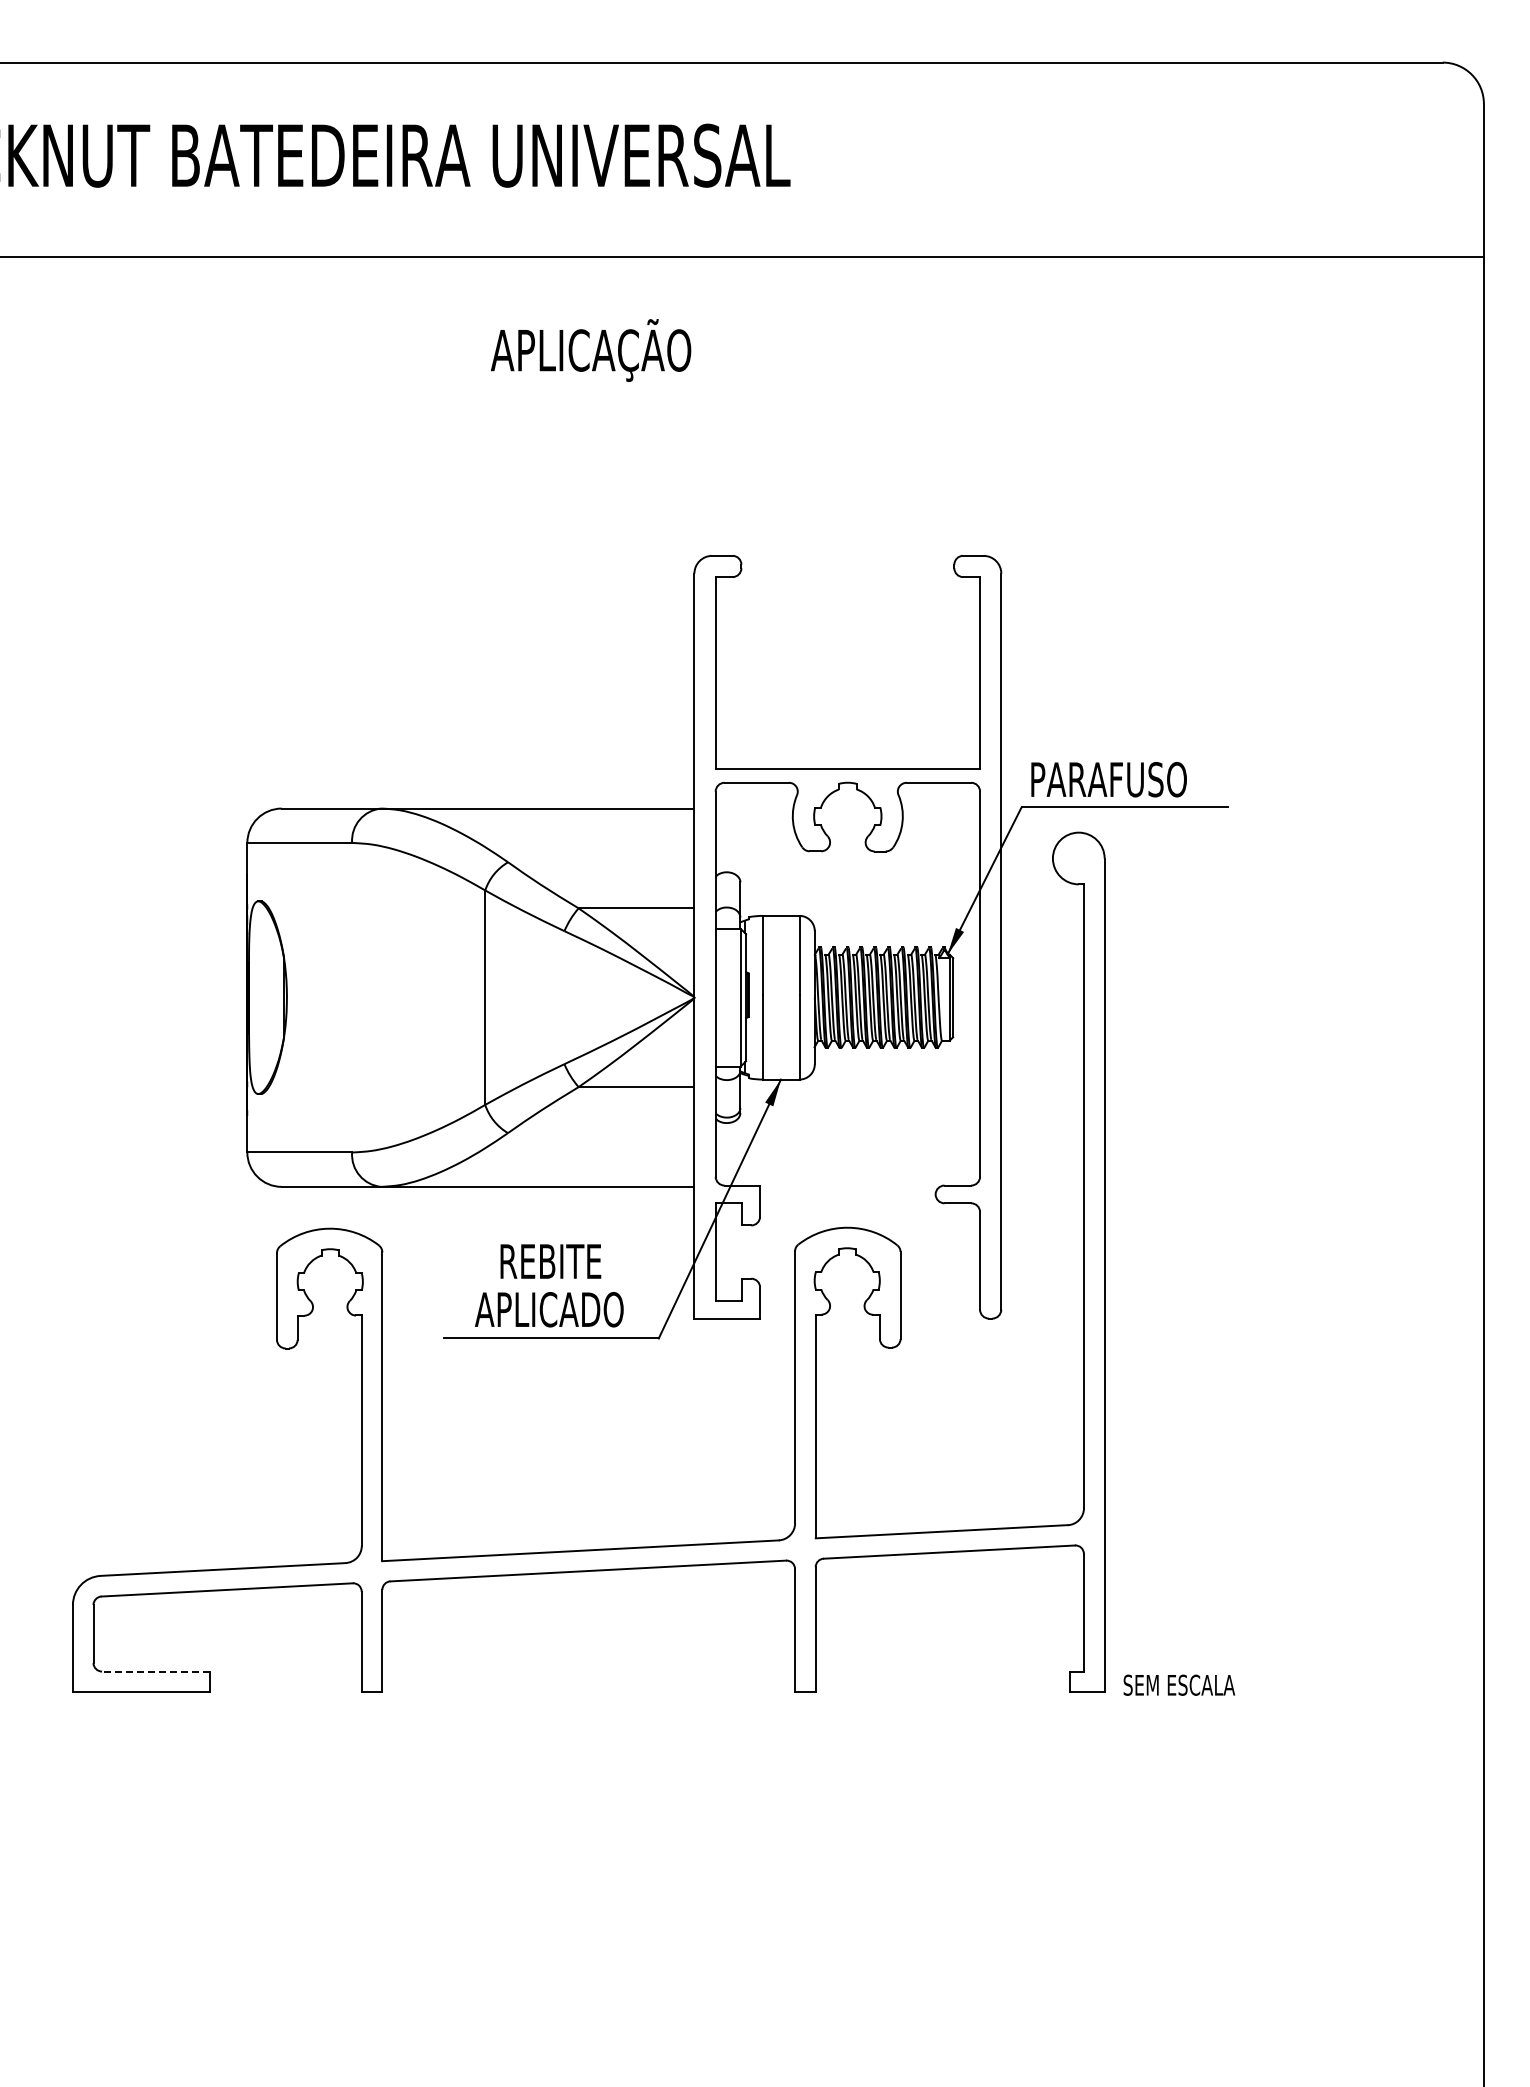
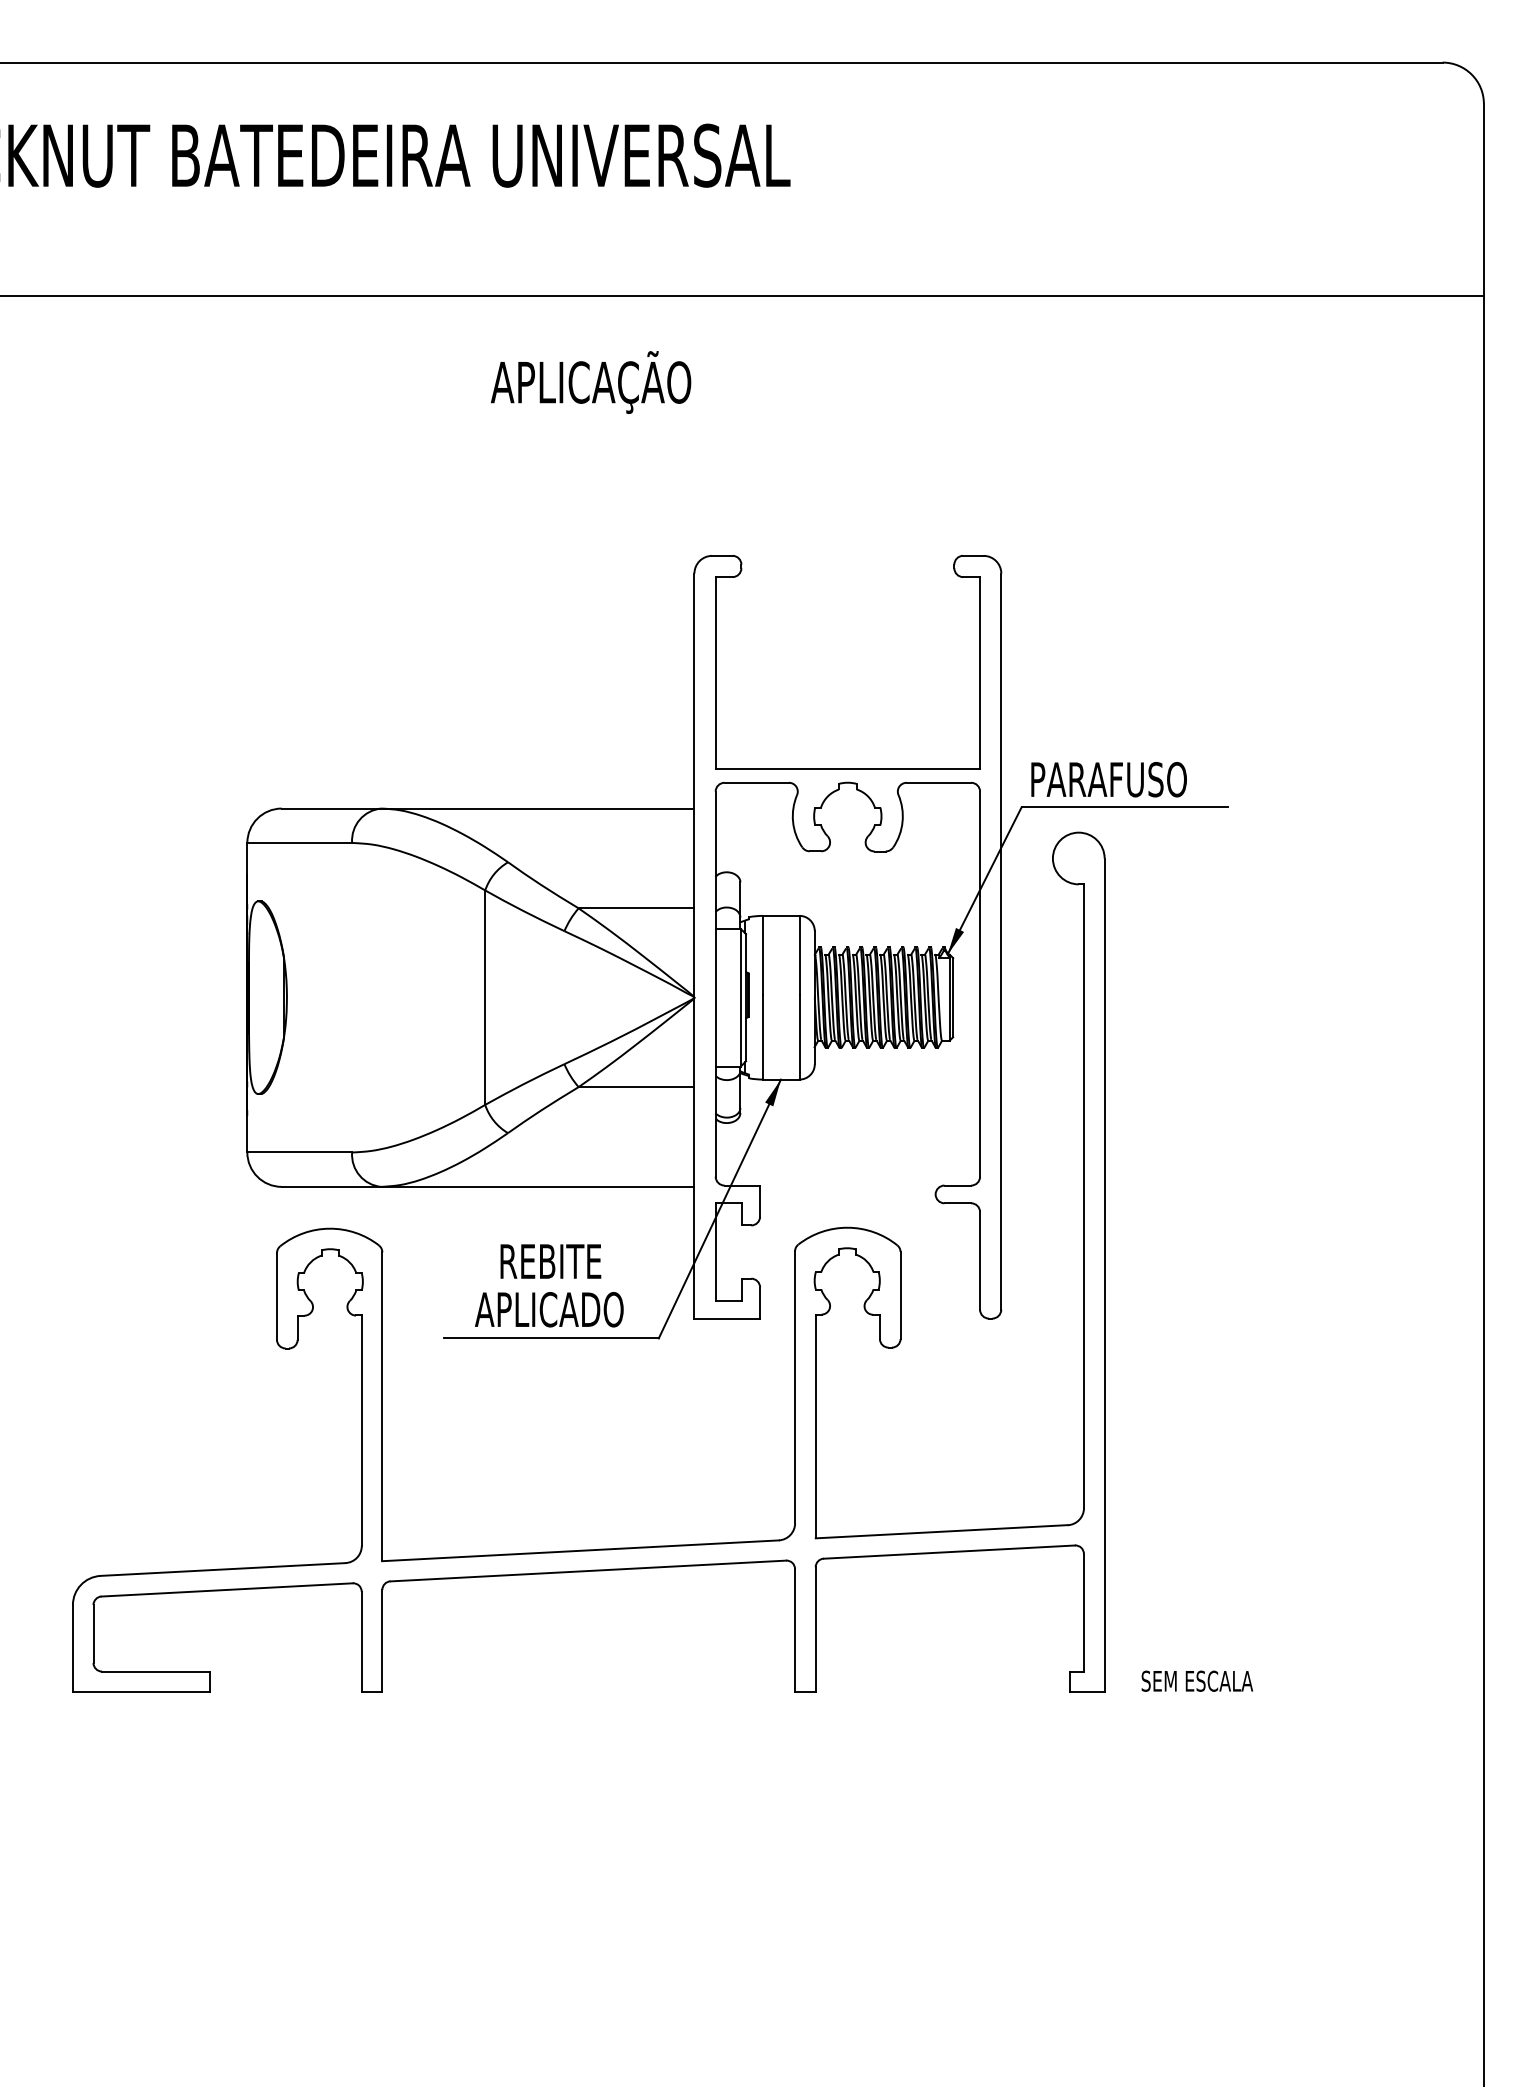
line at (742, 257) position: (742, 257) -> (742, 296)
text at (590, 350) position: (590, 350) -> (590, 382)
line at (155, 1671): dashed -> solid
text at (1179, 1684) position: (1179, 1684) -> (1197, 1680)
